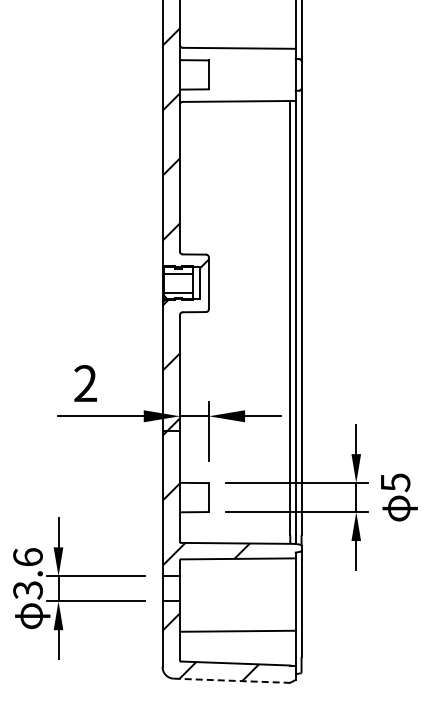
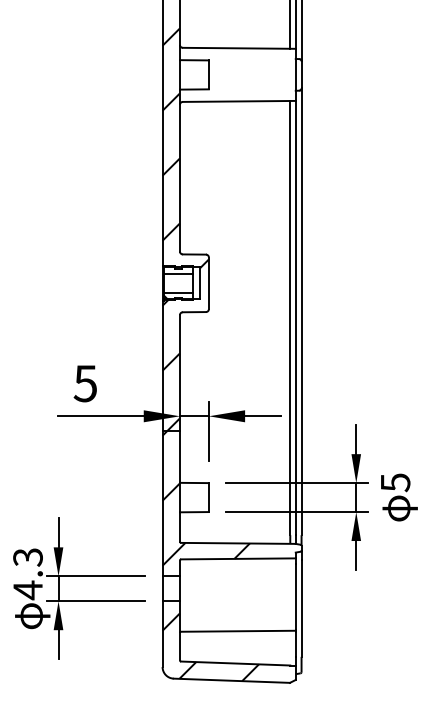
line at (290, 25): none -> present
text at (84, 383): 2 -> 5
text at (27, 574): 3.6 -> 4.3
line at (232, 680): dashed -> solid
